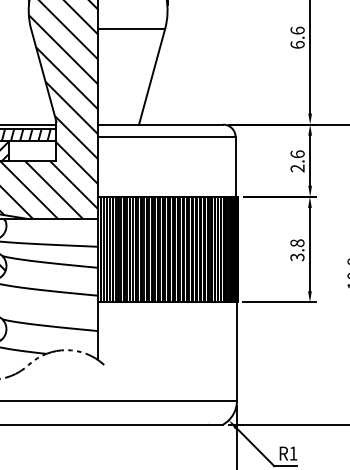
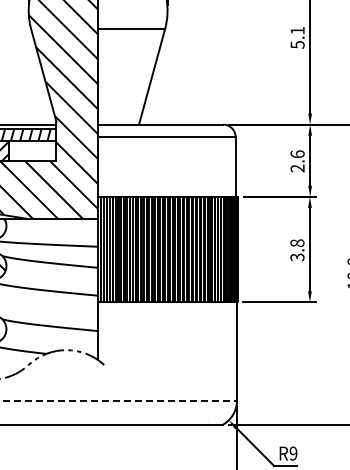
text at (297, 37): 6.6 -> 5.1
line at (119, 400): solid -> dashed
text at (293, 453): R1 -> R9
